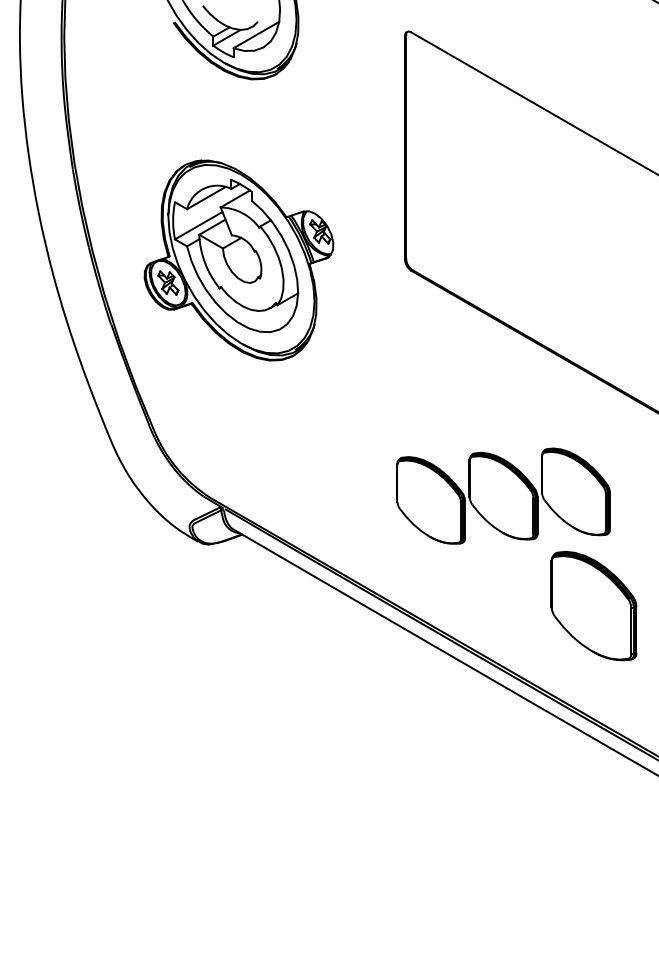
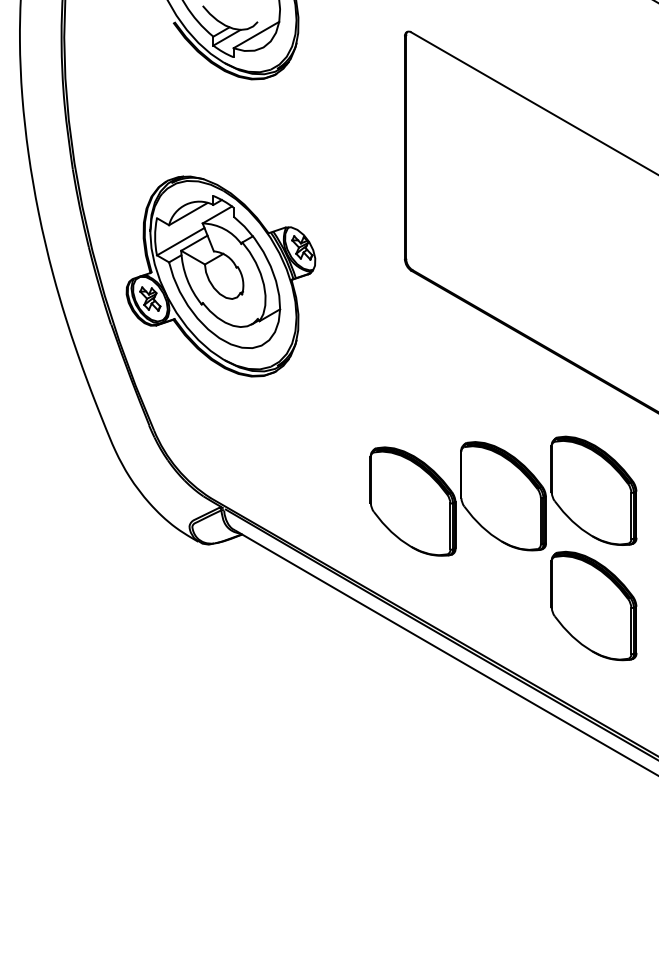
part at (238, 260) position: (238, 260) -> (220, 276)
part at (503, 495) size: 215x98 px -> 269x122 px
